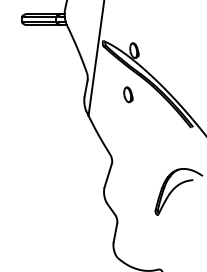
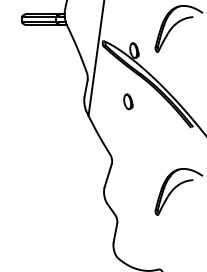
part at (178, 28): none -> present
part at (128, 94) position: (128, 94) -> (128, 101)
